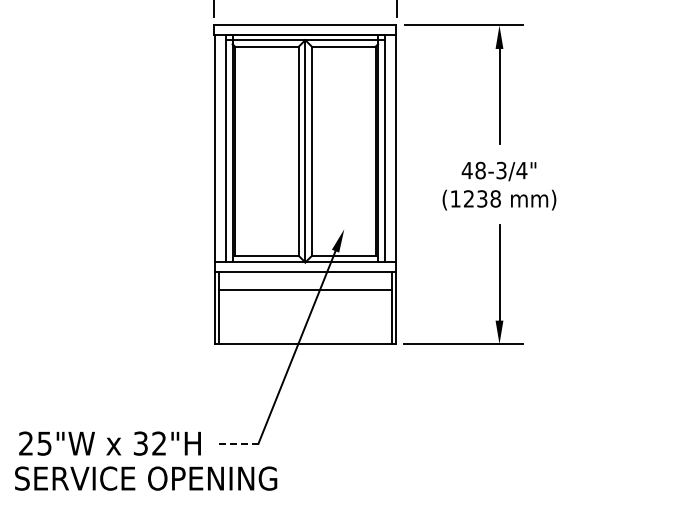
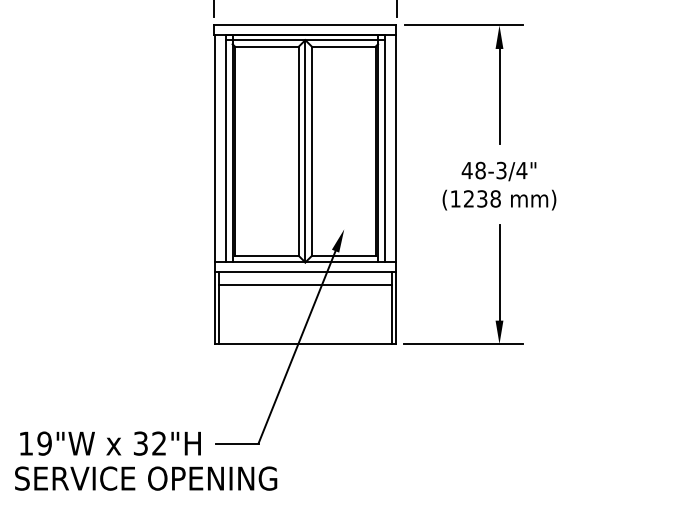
line at (304, 290) position: (304, 290) -> (304, 285)
text at (35, 443): 25"W -> 19"W
line at (236, 443): dashed -> solid
